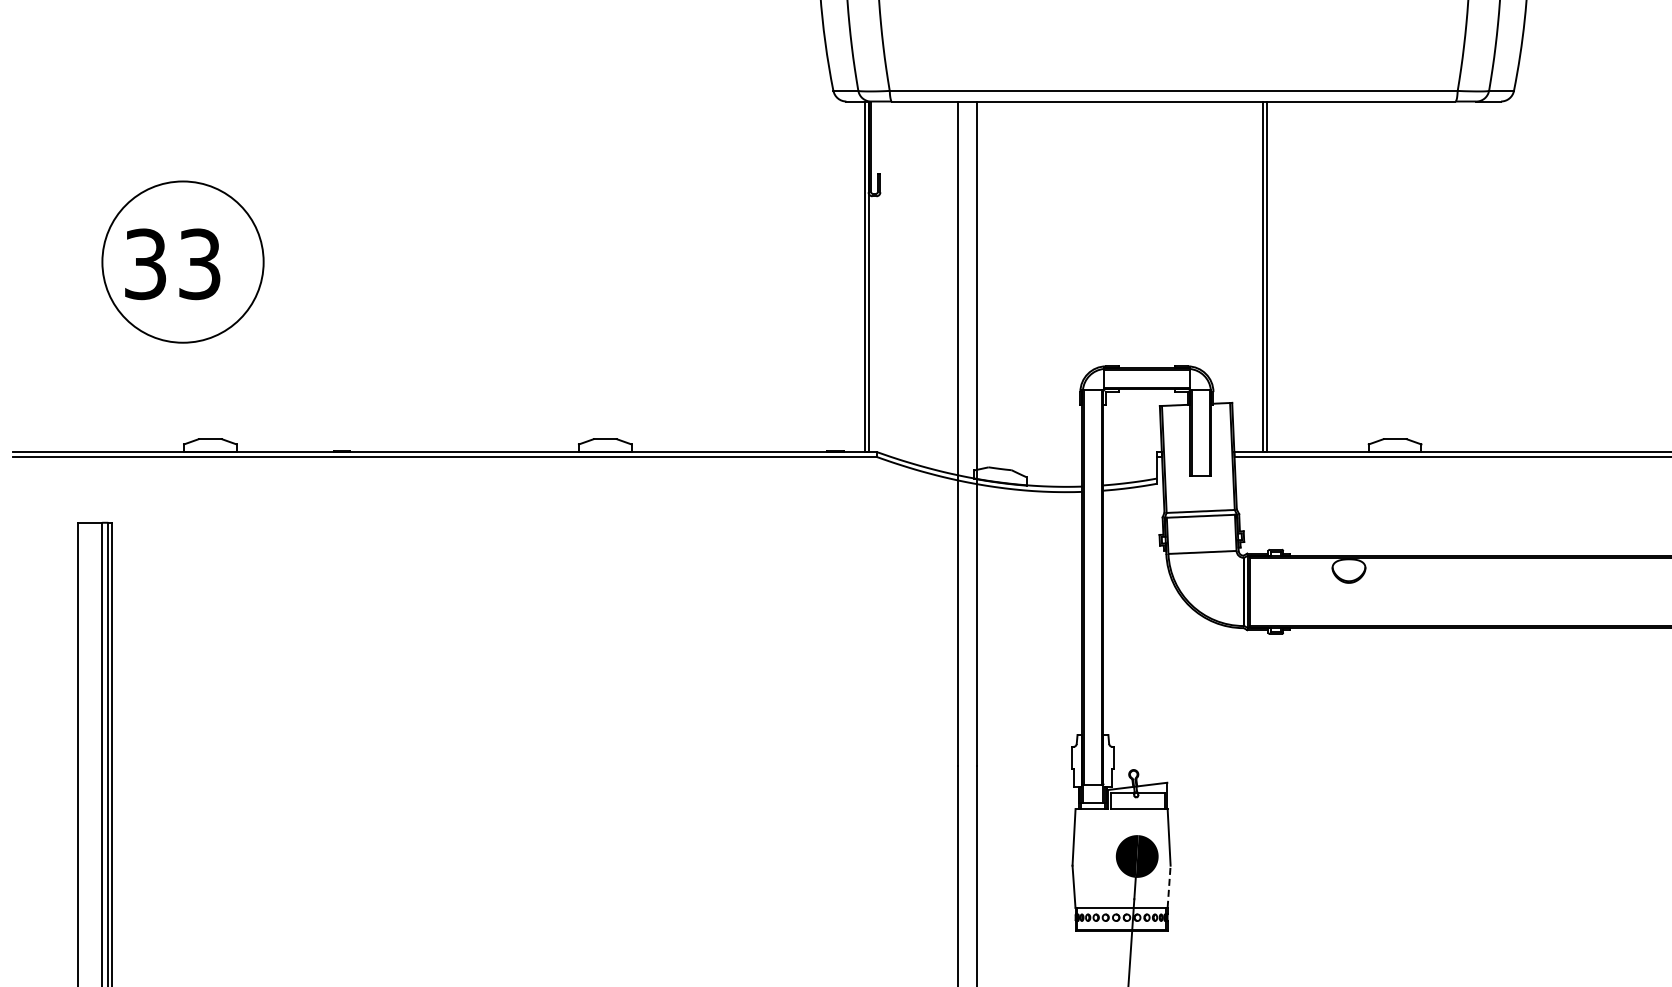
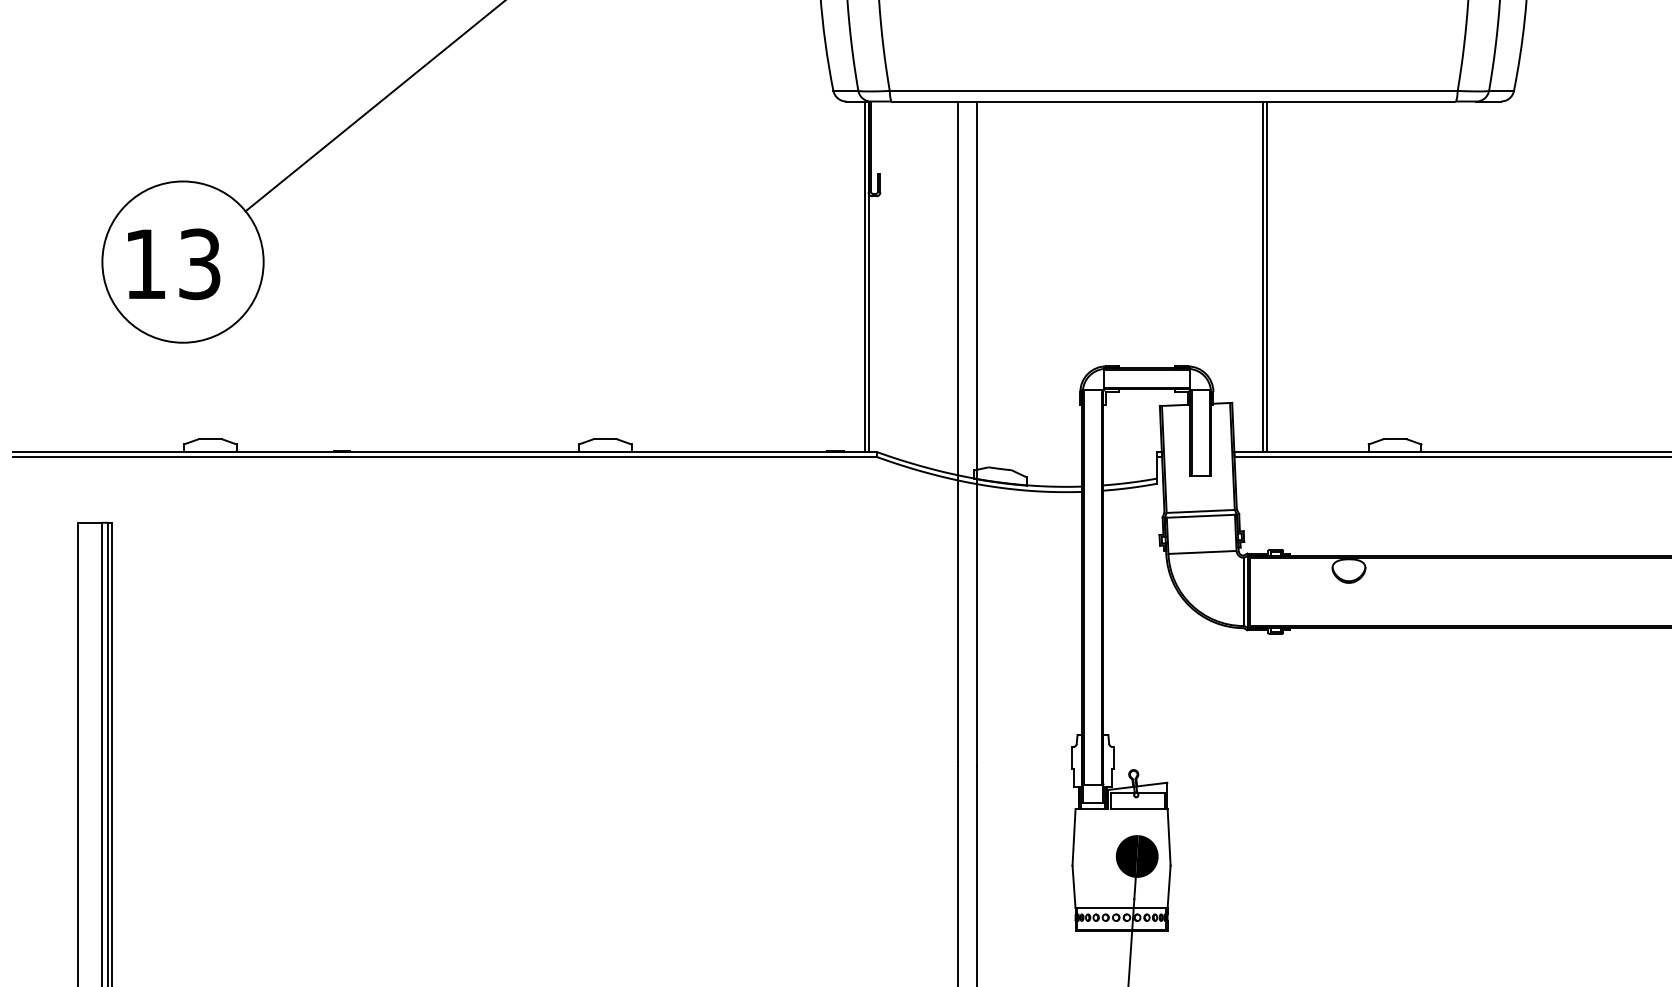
line at (373, 106): none -> present
text at (145, 264): 33 -> 13
line at (1169, 886): dashed -> solid
